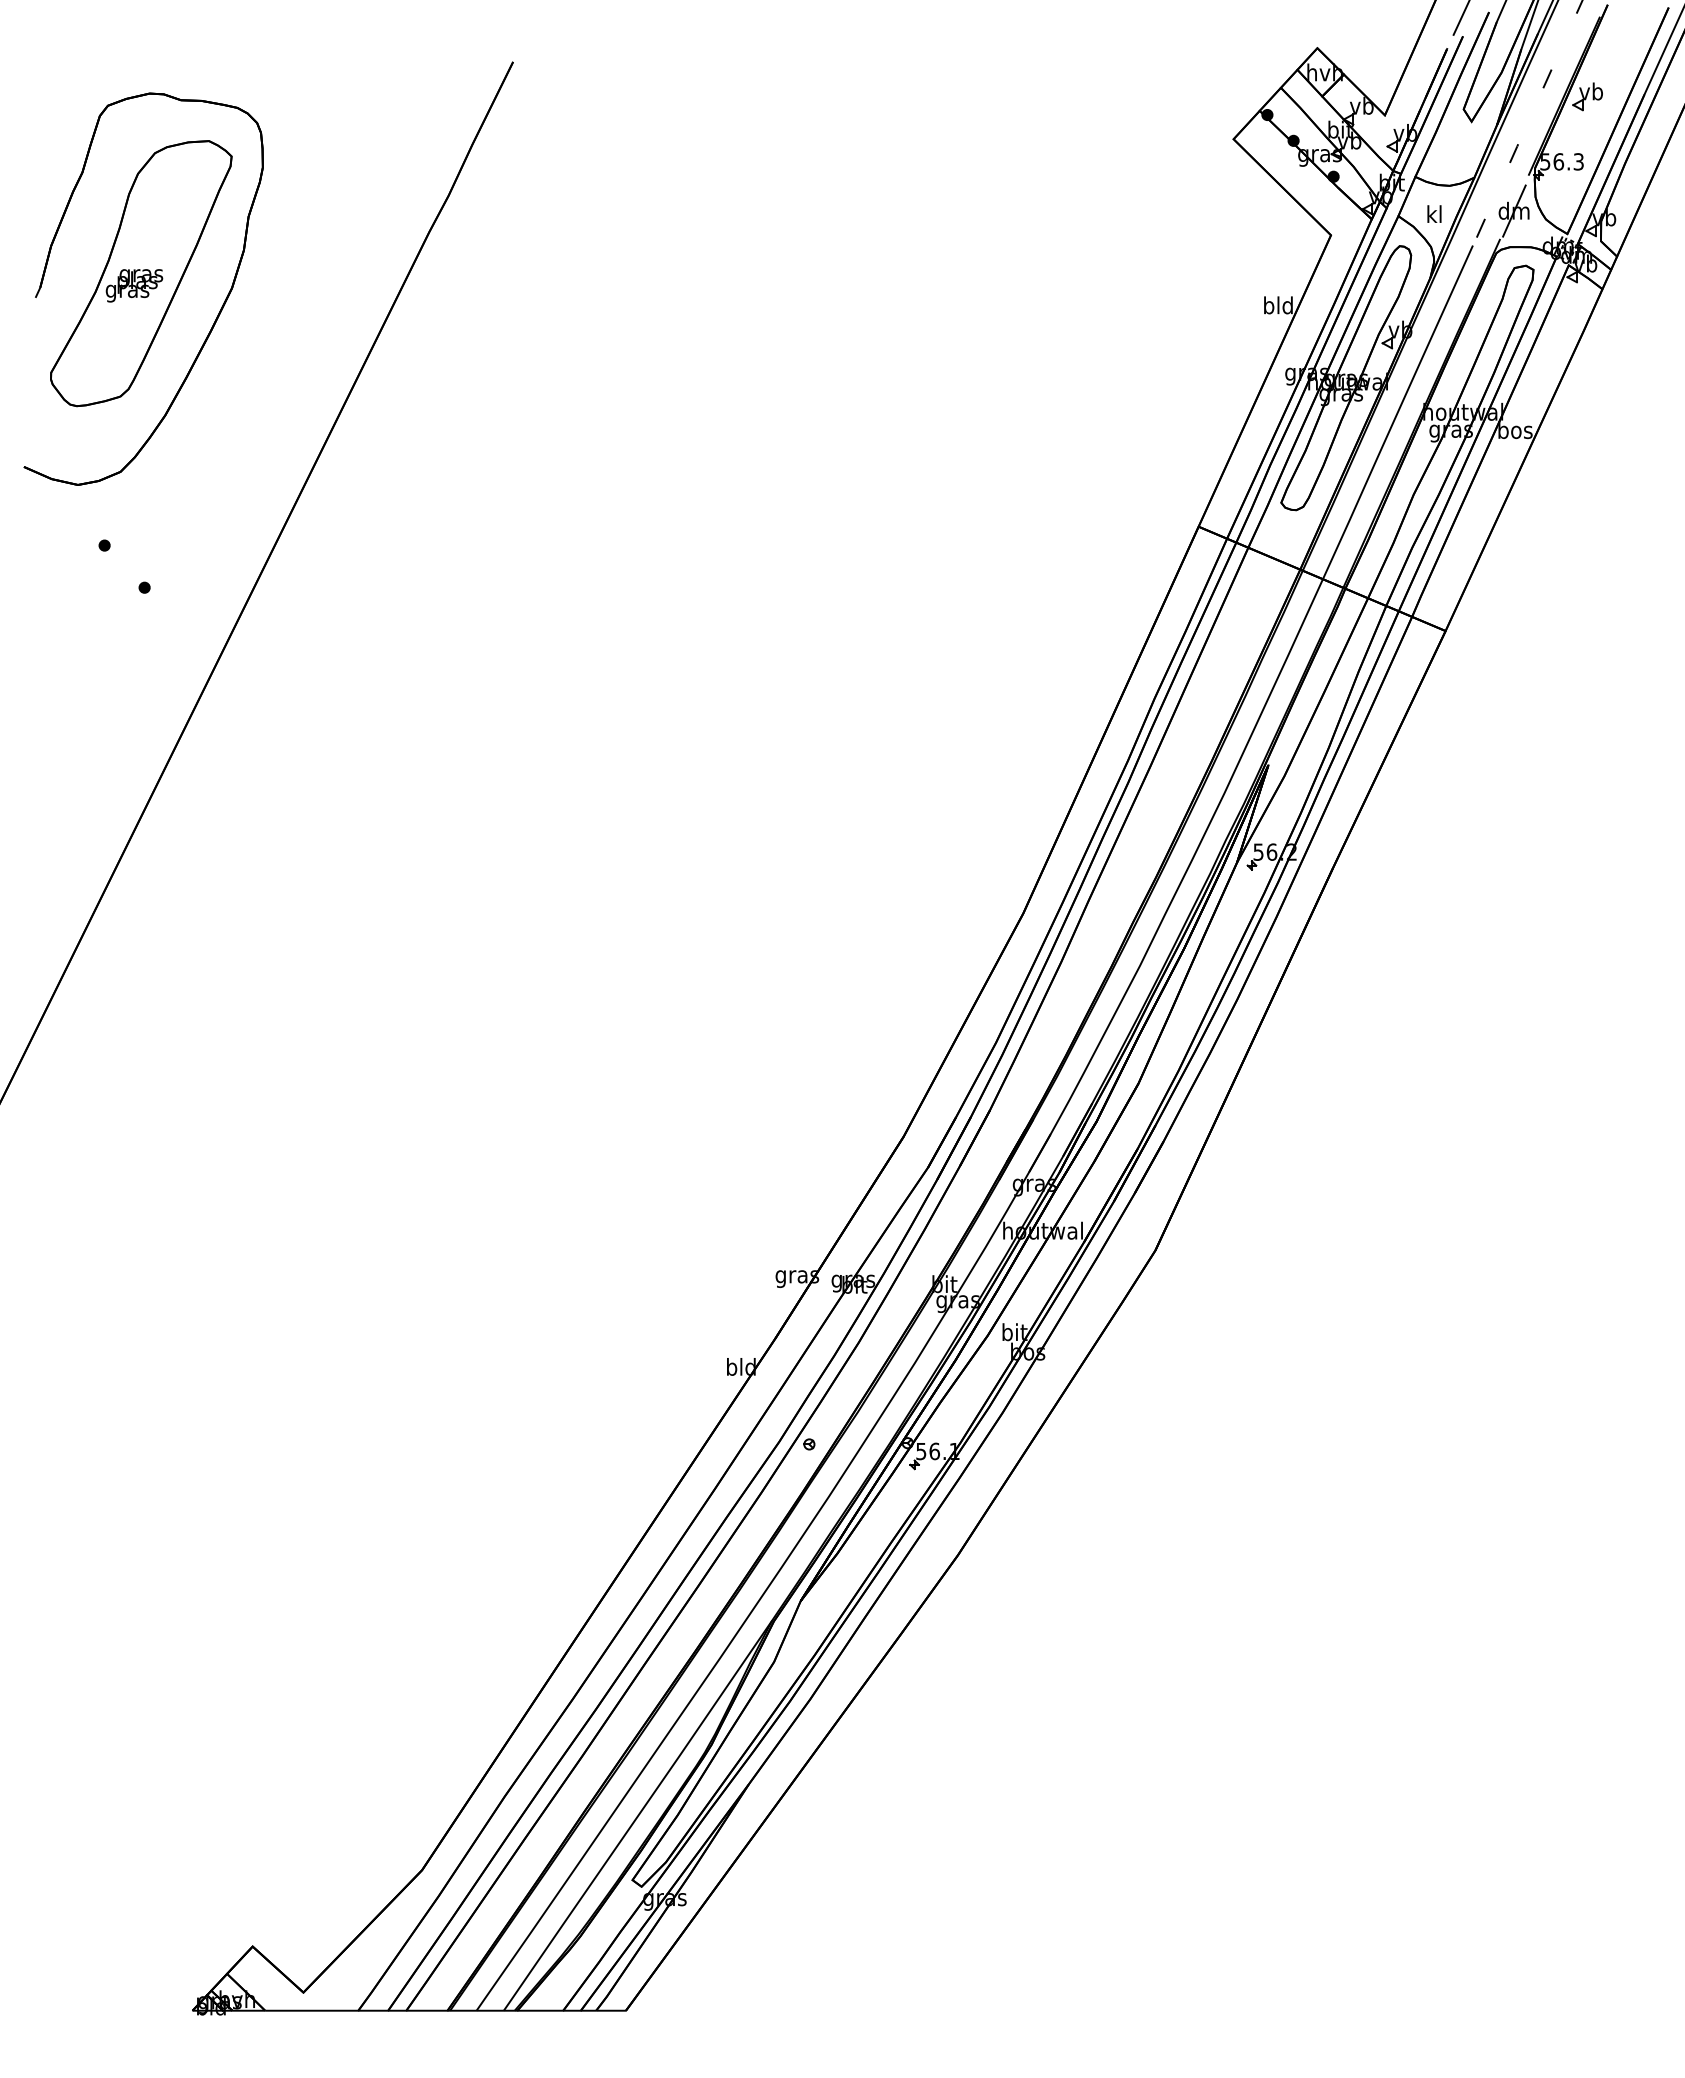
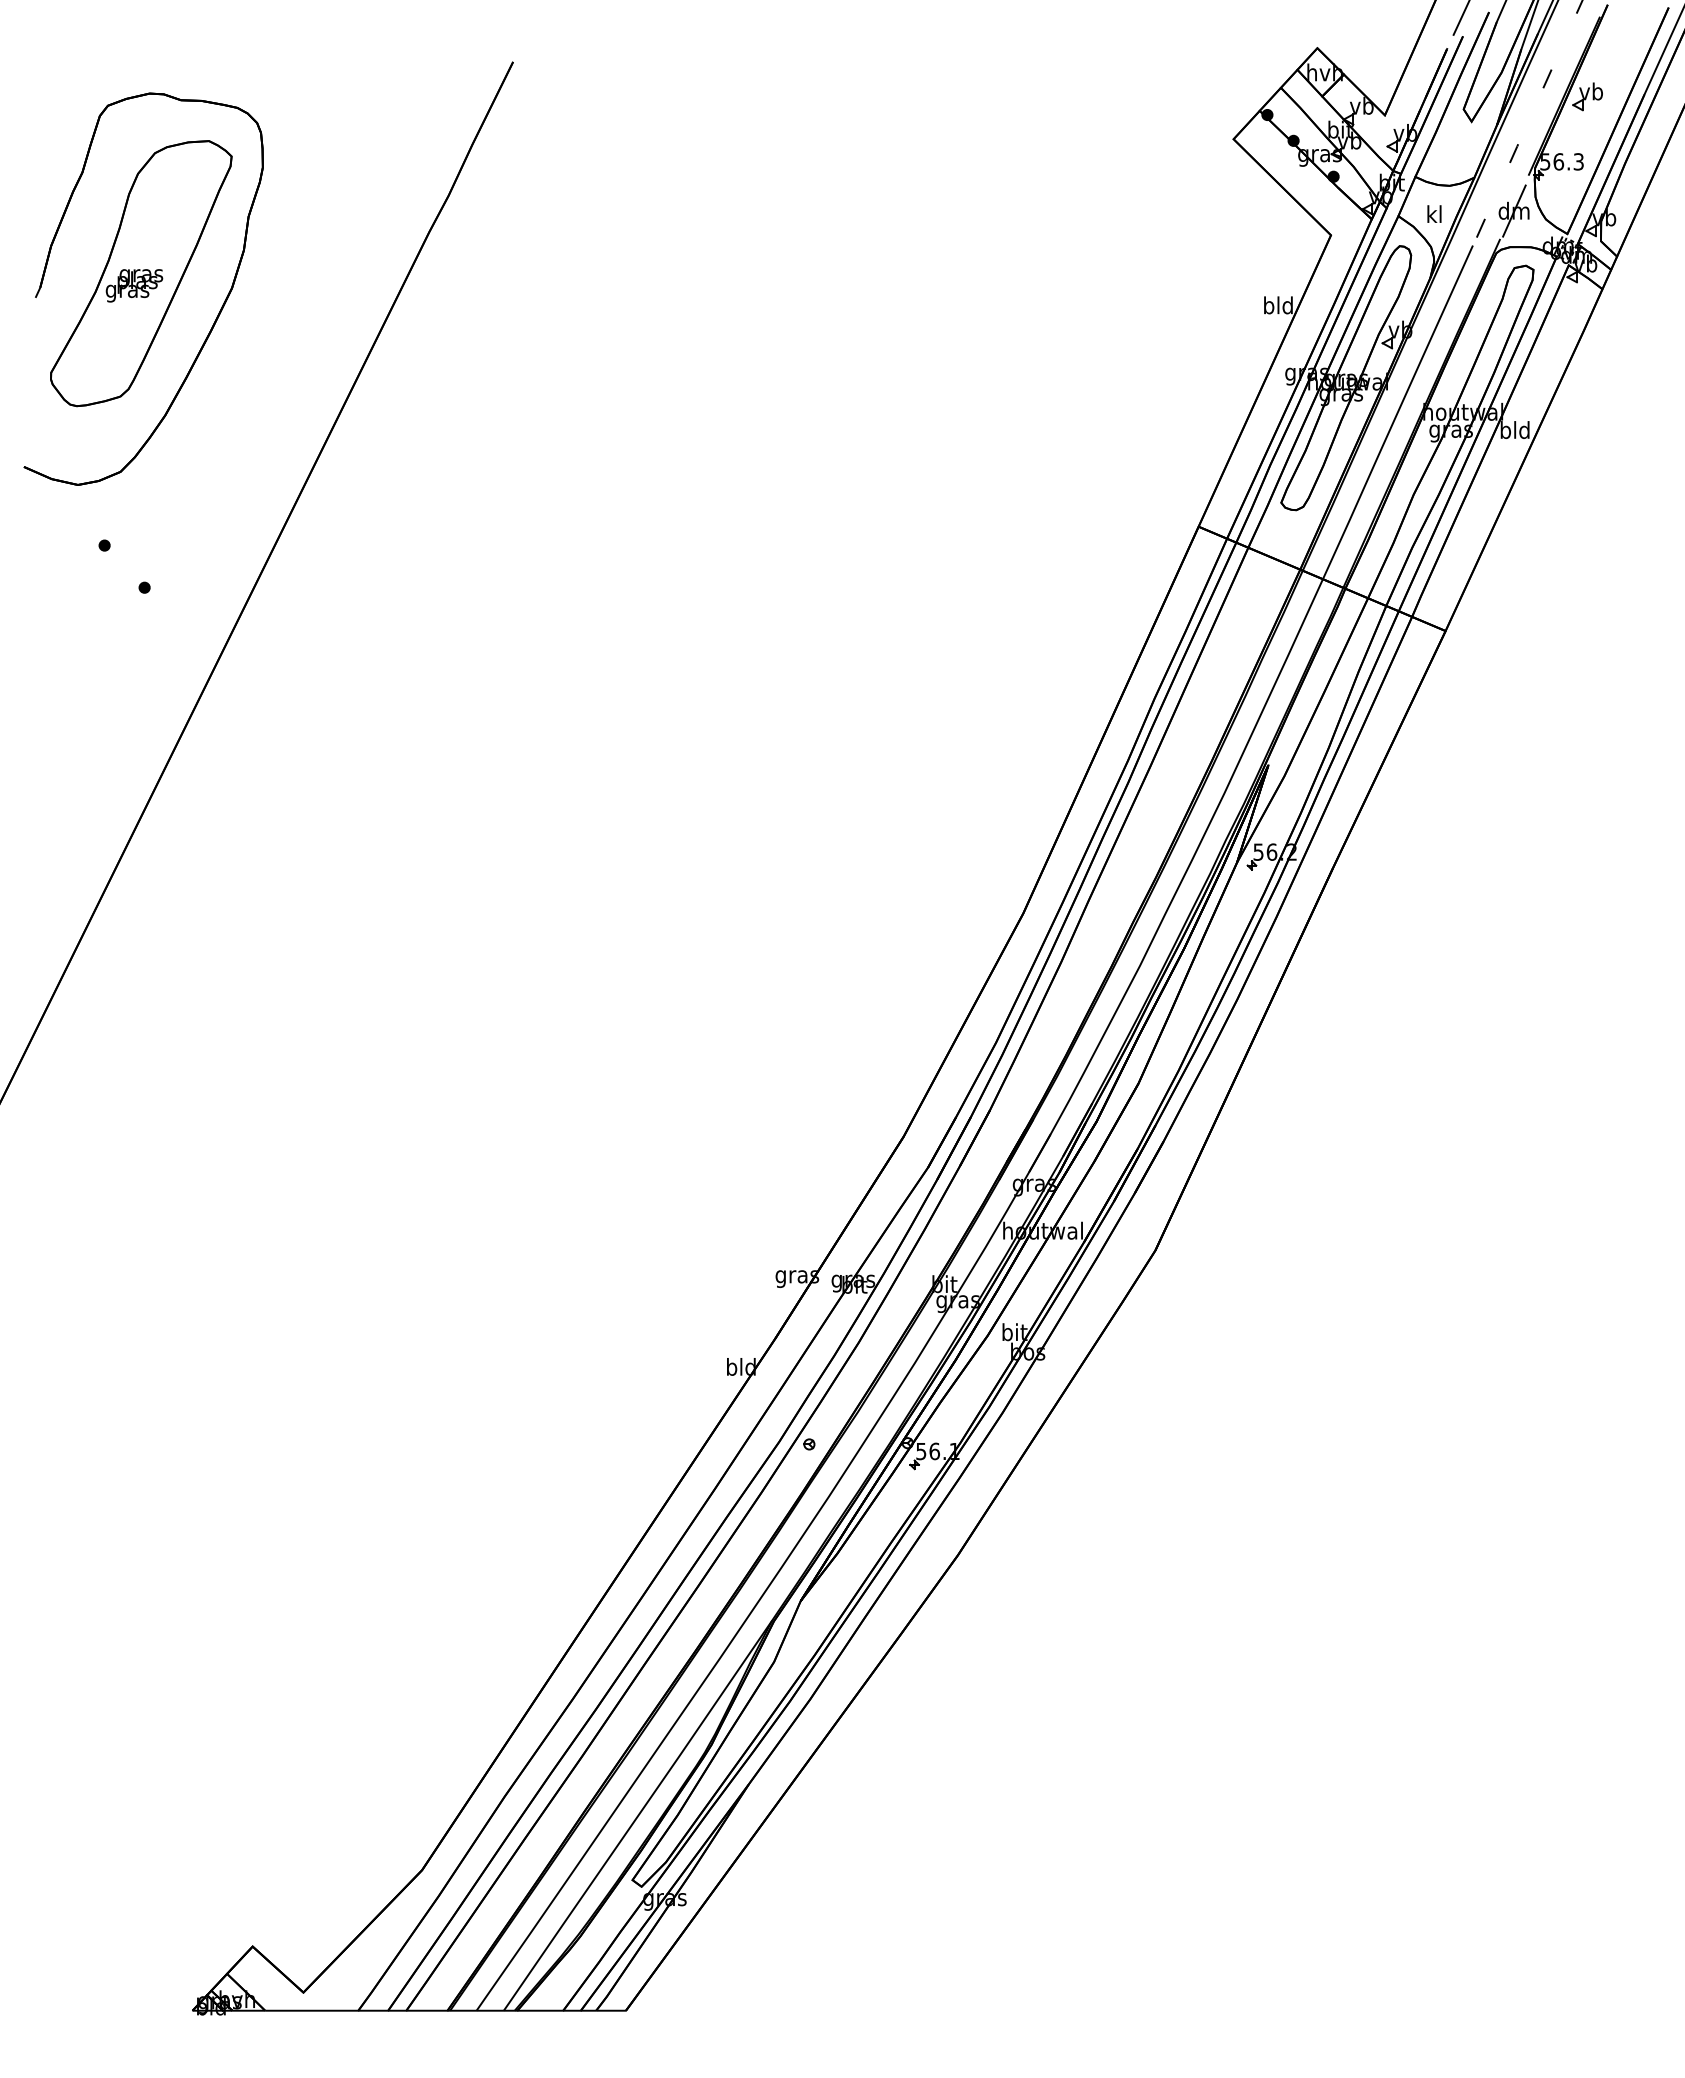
text at (1515, 430): bos -> bld
